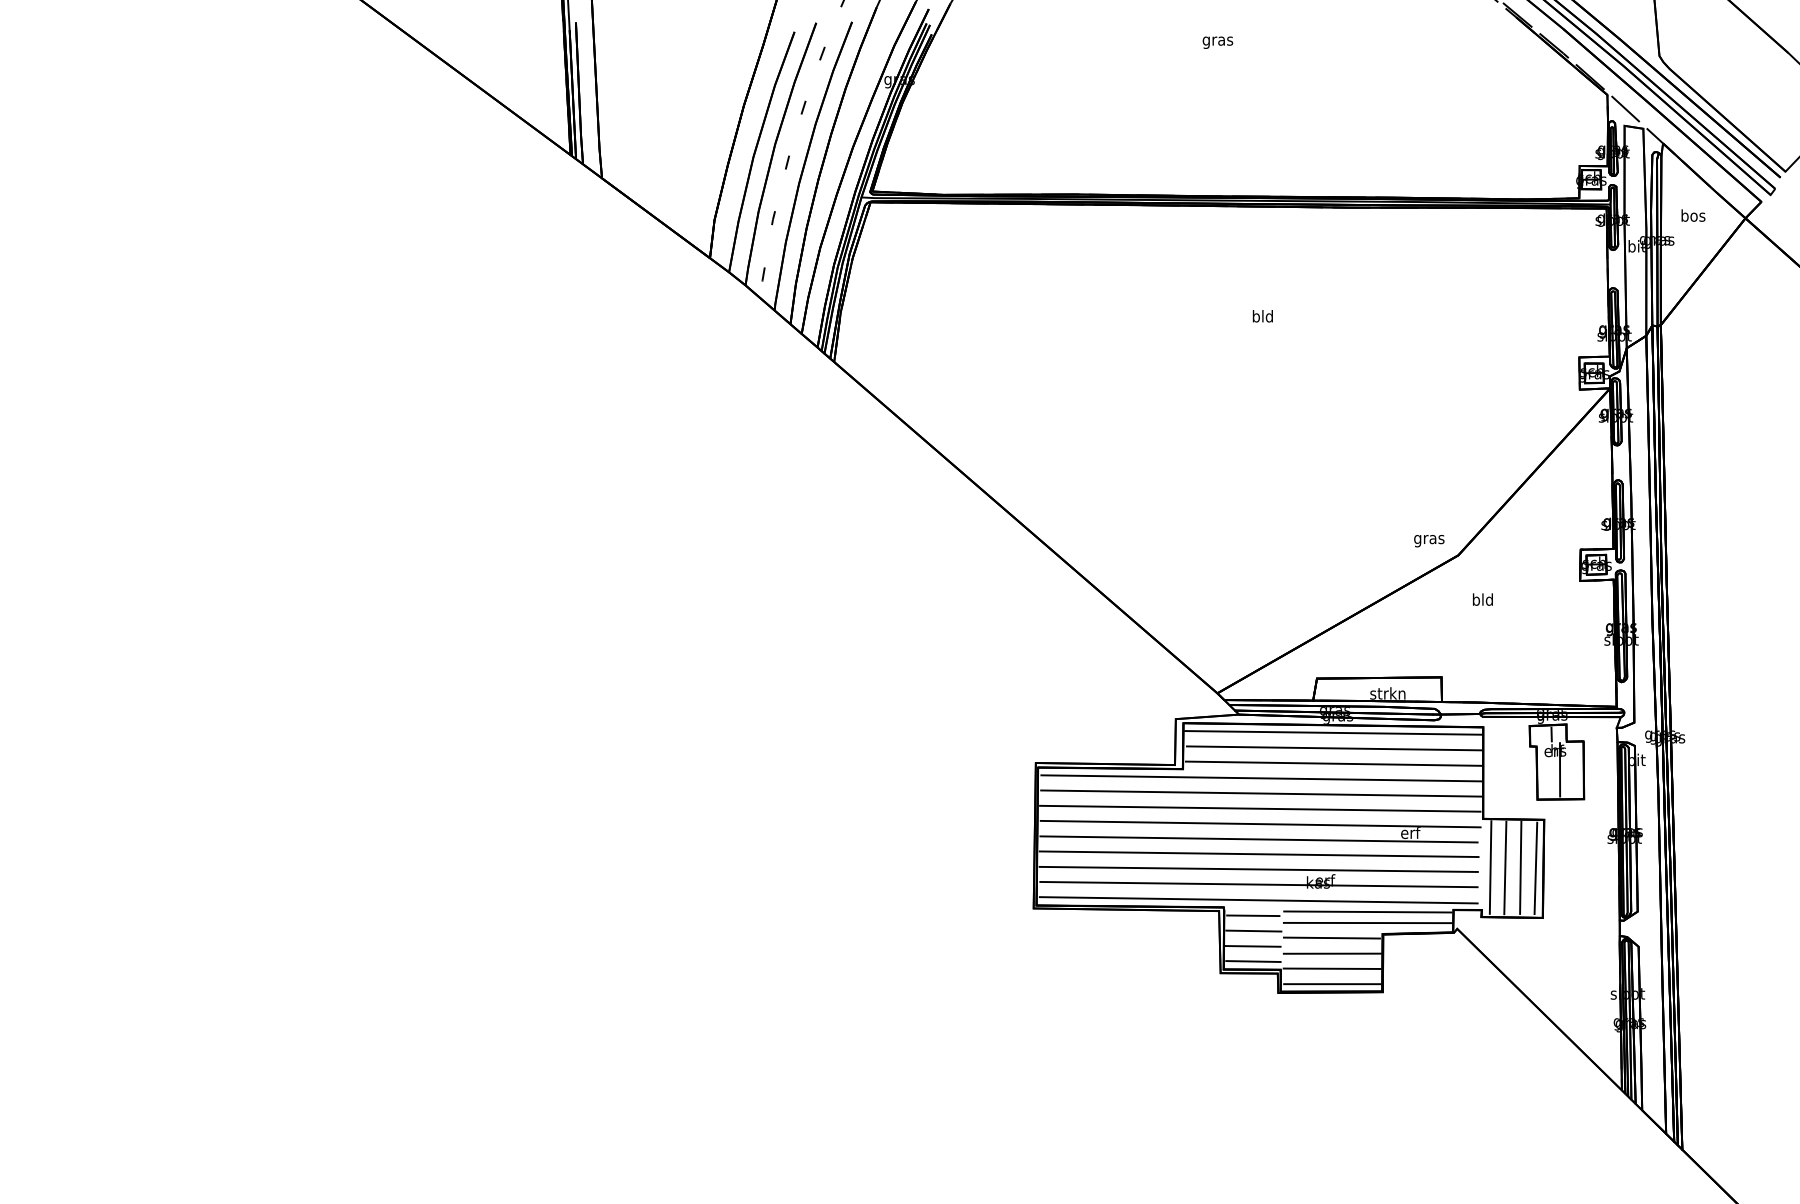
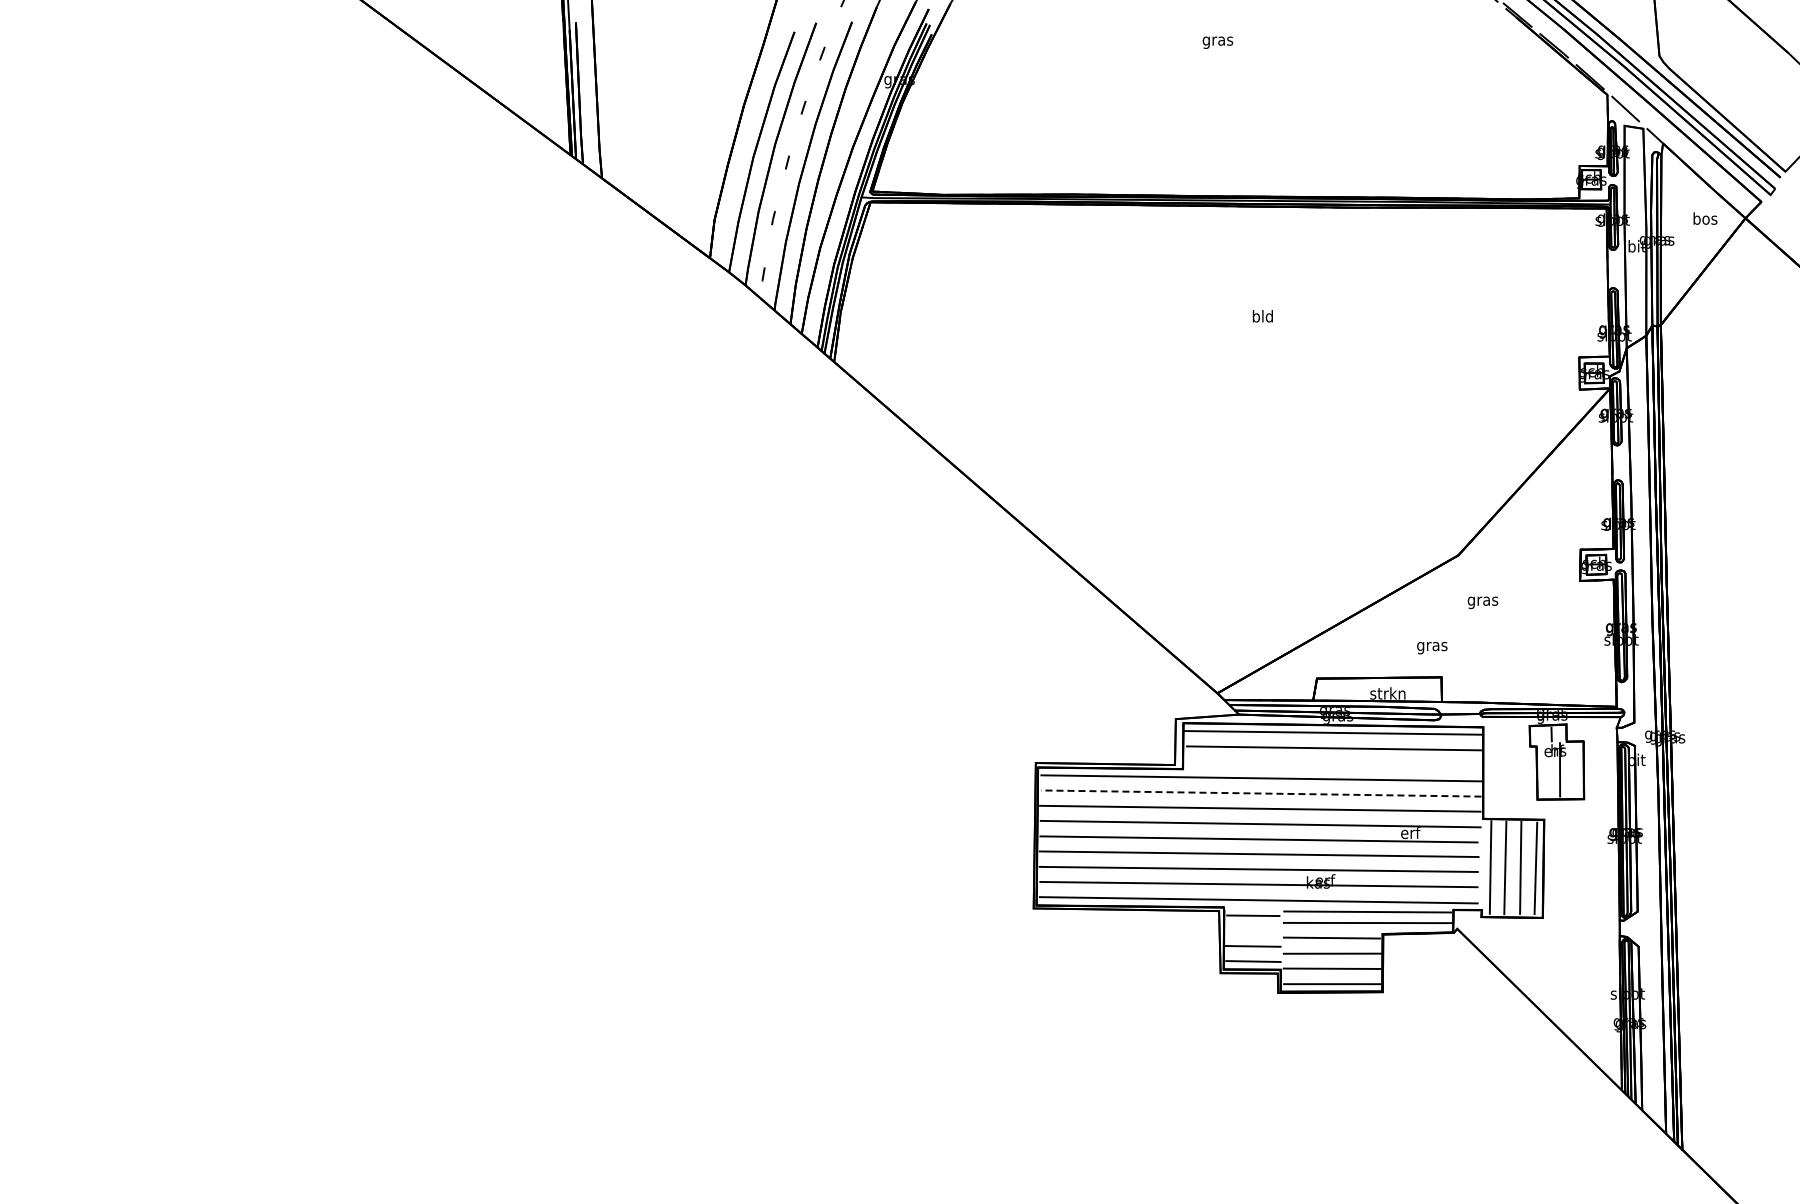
text at (1693, 215) position: (1693, 215) -> (1705, 218)
text at (1429, 541) position: (1429, 541) -> (1432, 648)
text at (1482, 601): bld -> gras
line at (1333, 763): present -> none
line at (1260, 793): solid -> dashed
line at (1253, 930): present -> none
